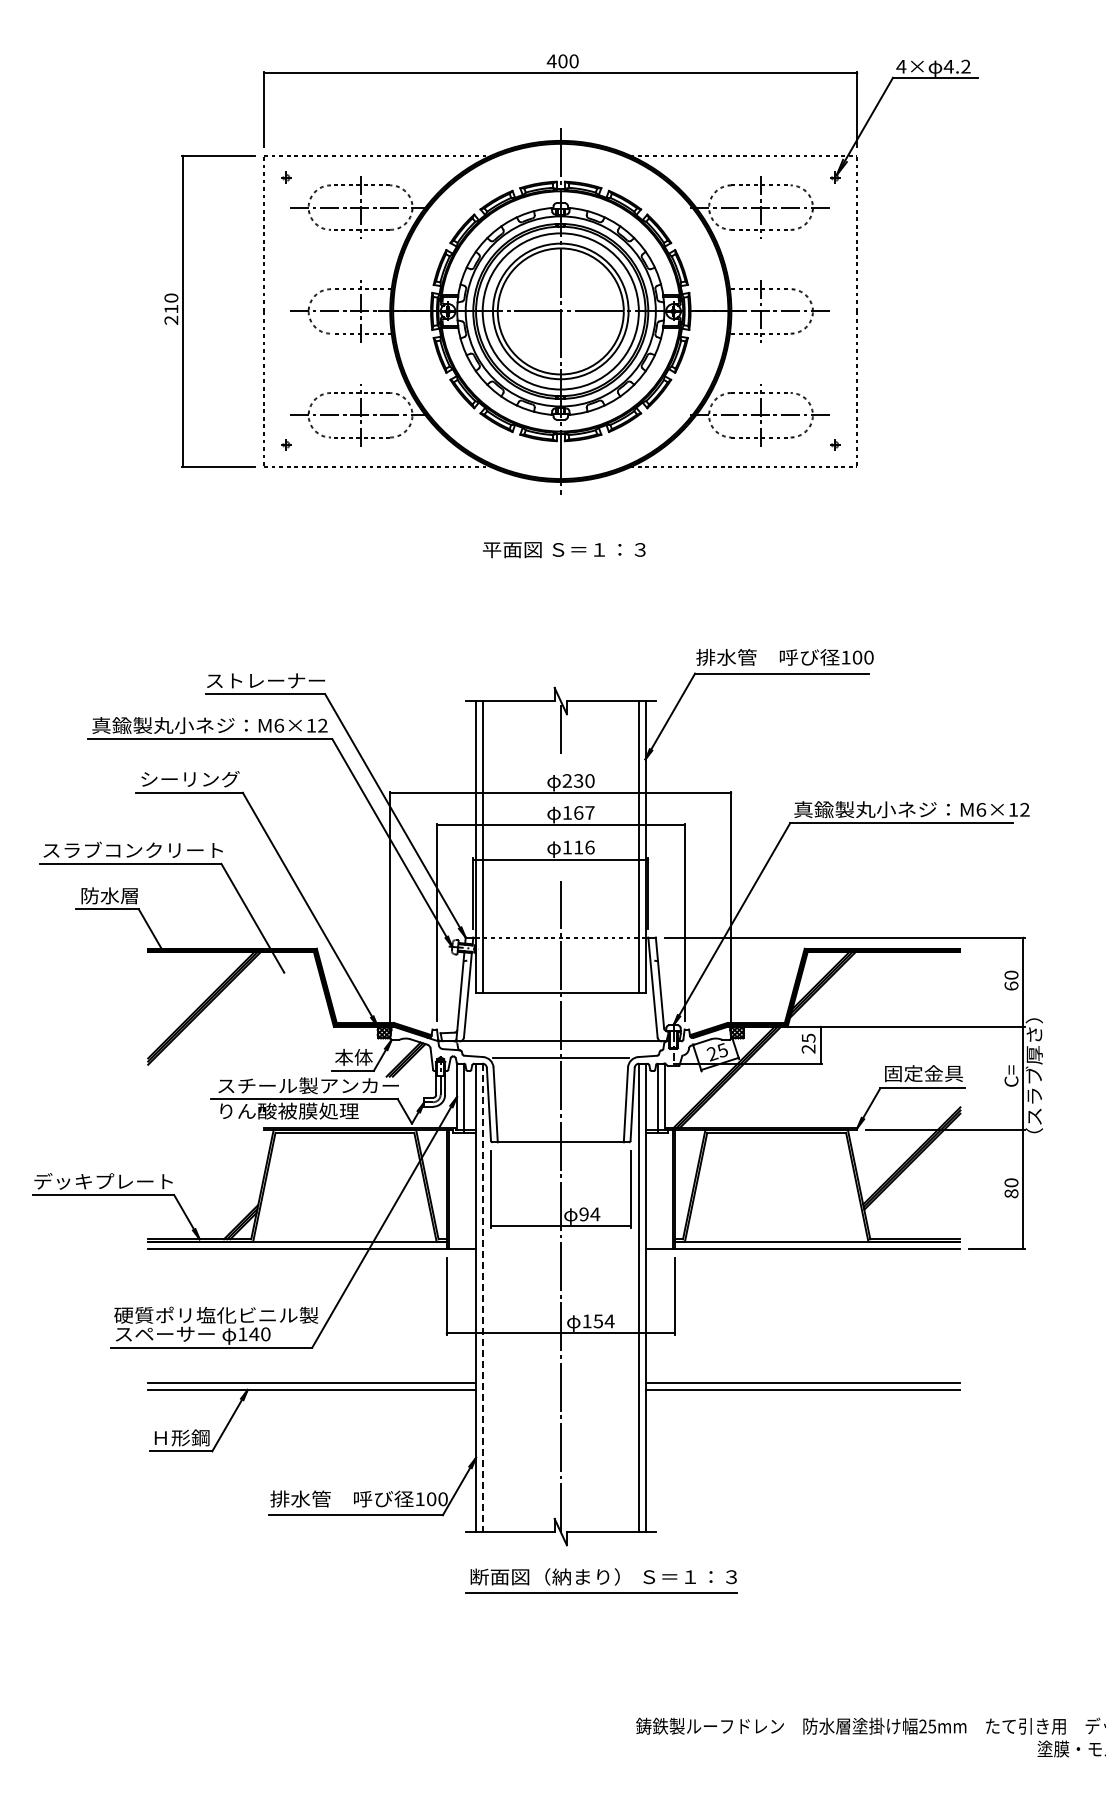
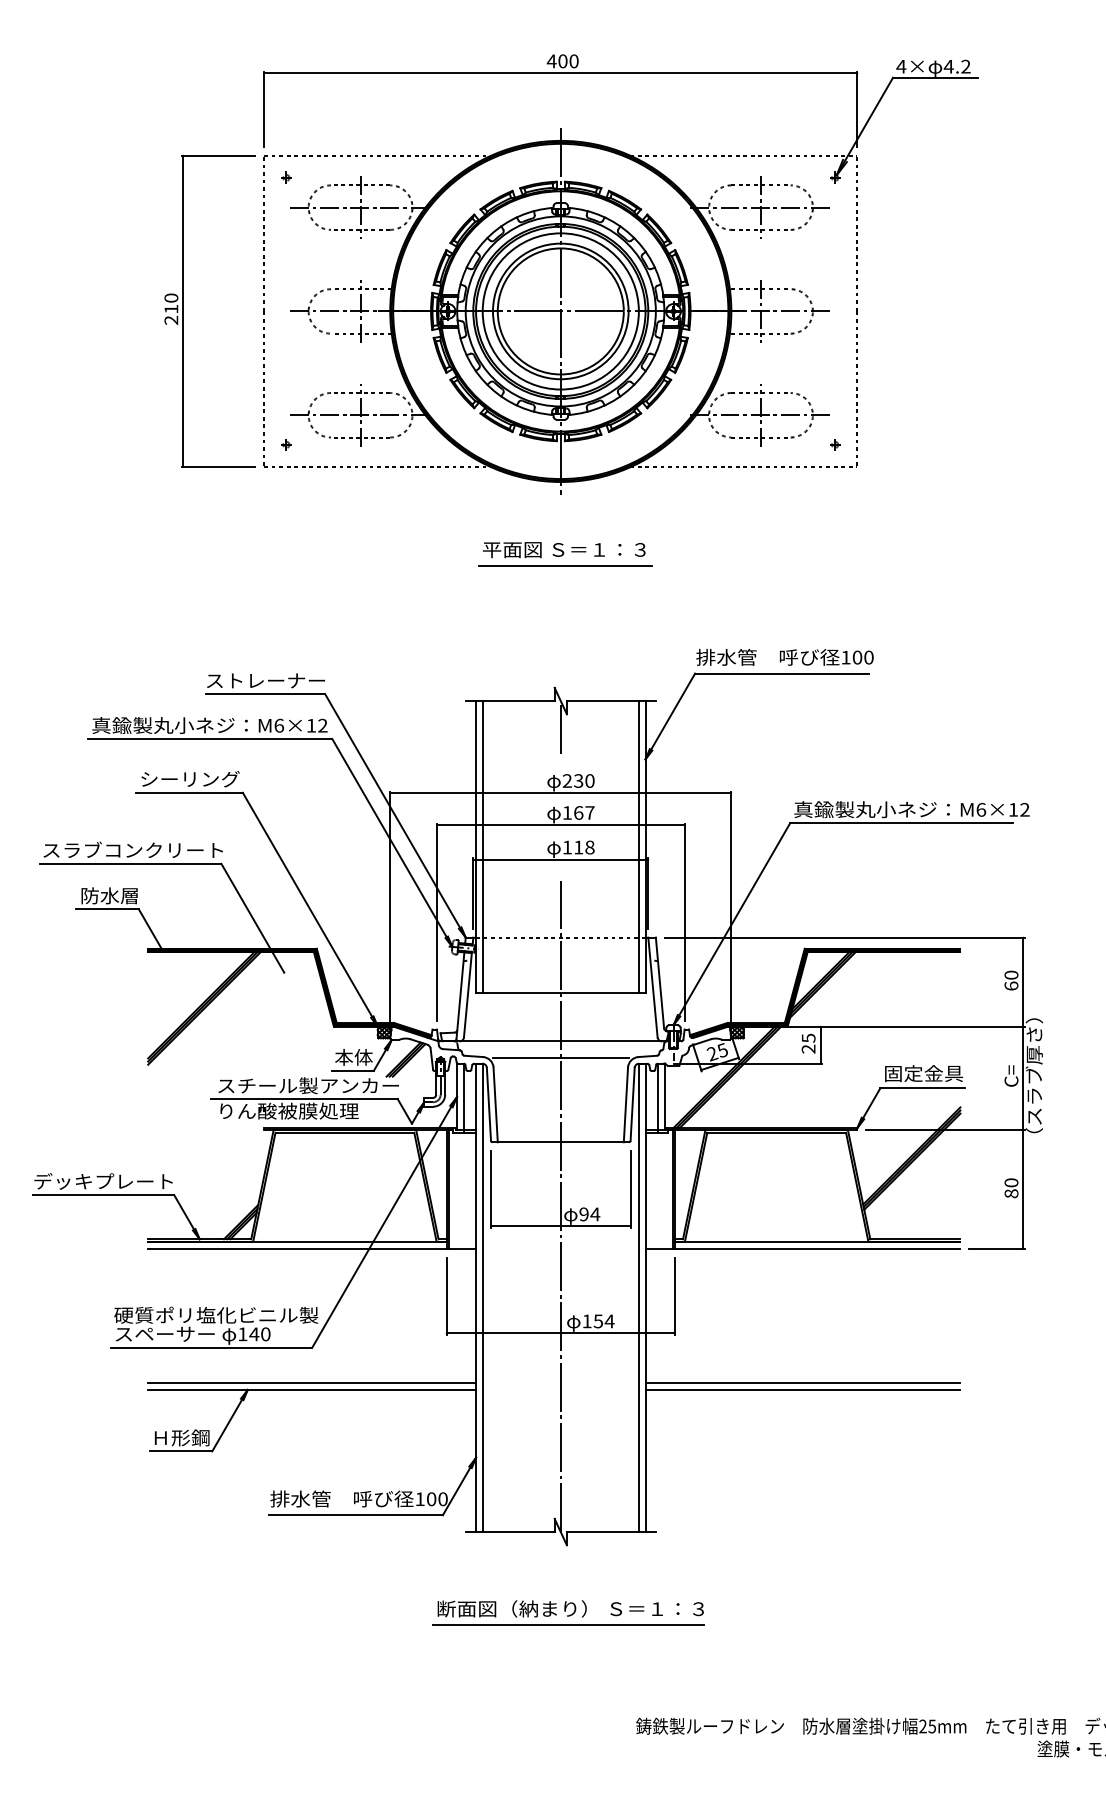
line at (565, 565): none -> present
text at (589, 847): 116 -> 118
line at (482, 1298): dashed -> solid
part at (601, 1580) position: (601, 1580) -> (568, 1612)
